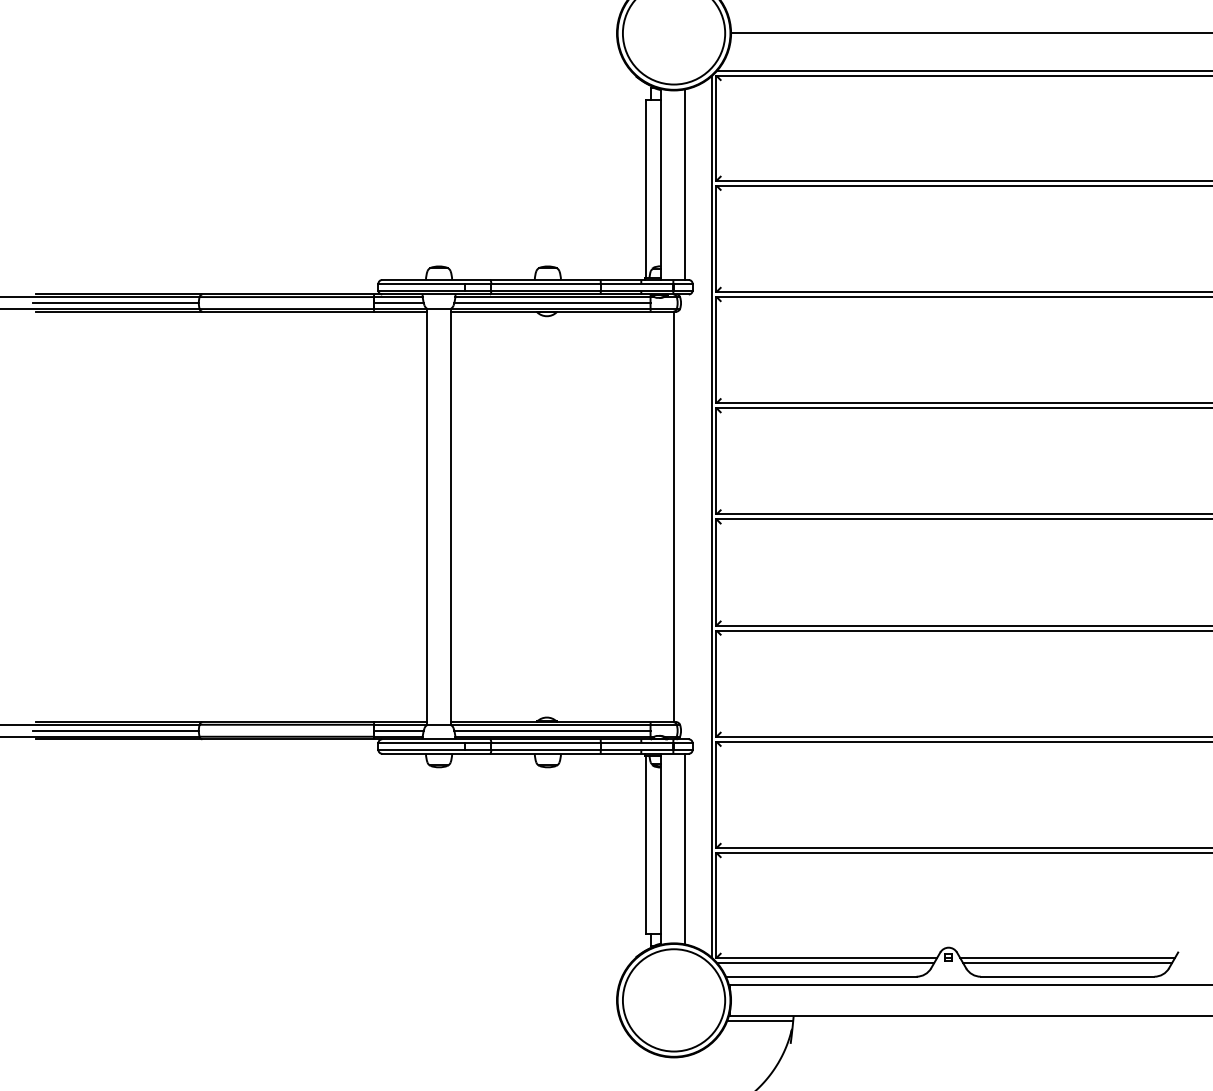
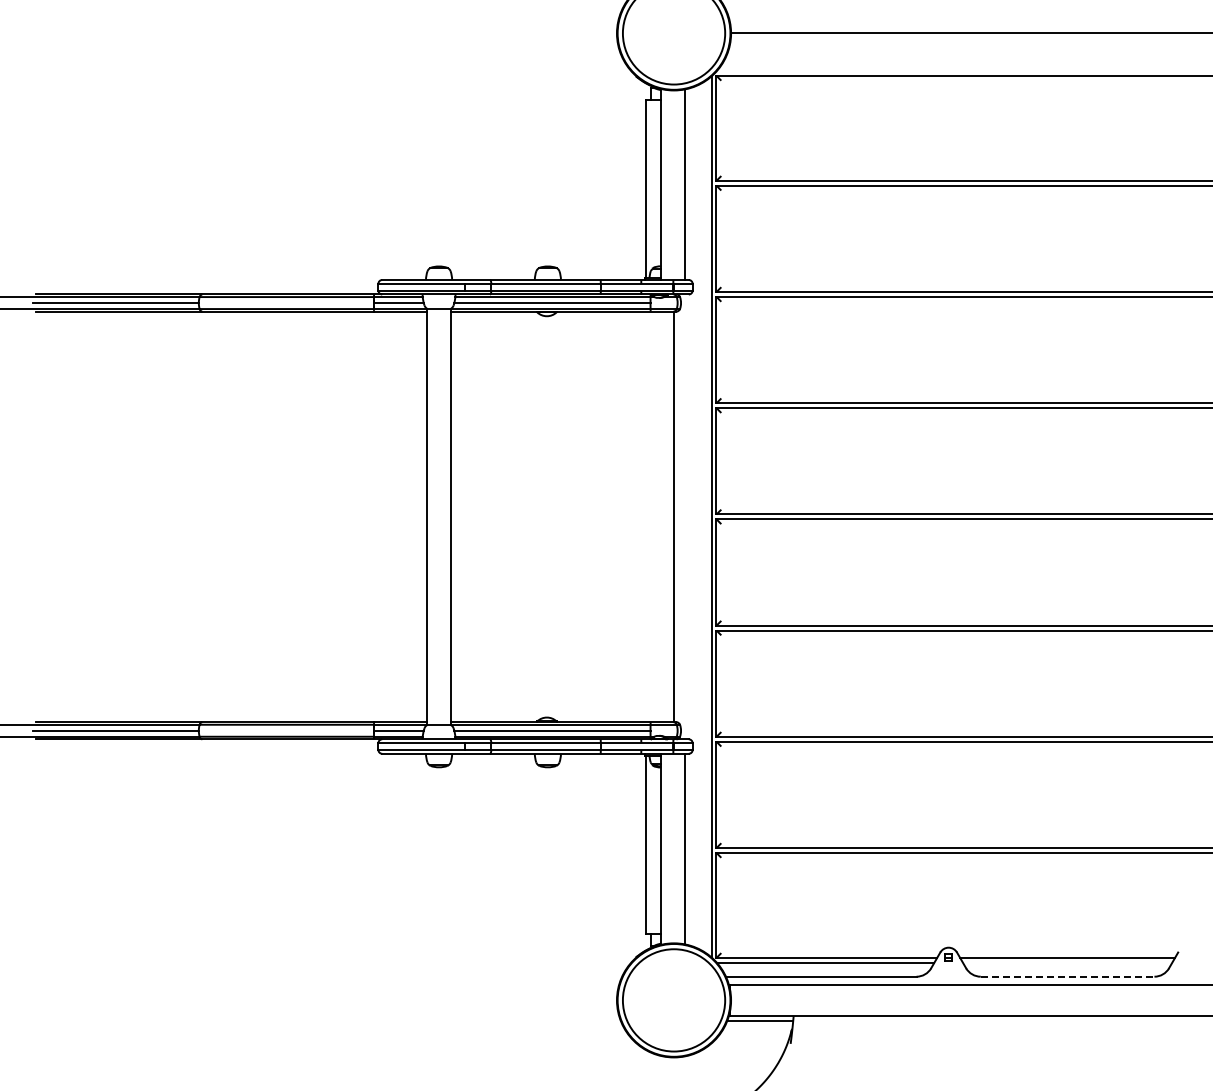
line at (962, 71): present -> none
line at (1067, 962): present -> none
line at (1067, 976): solid -> dashed
